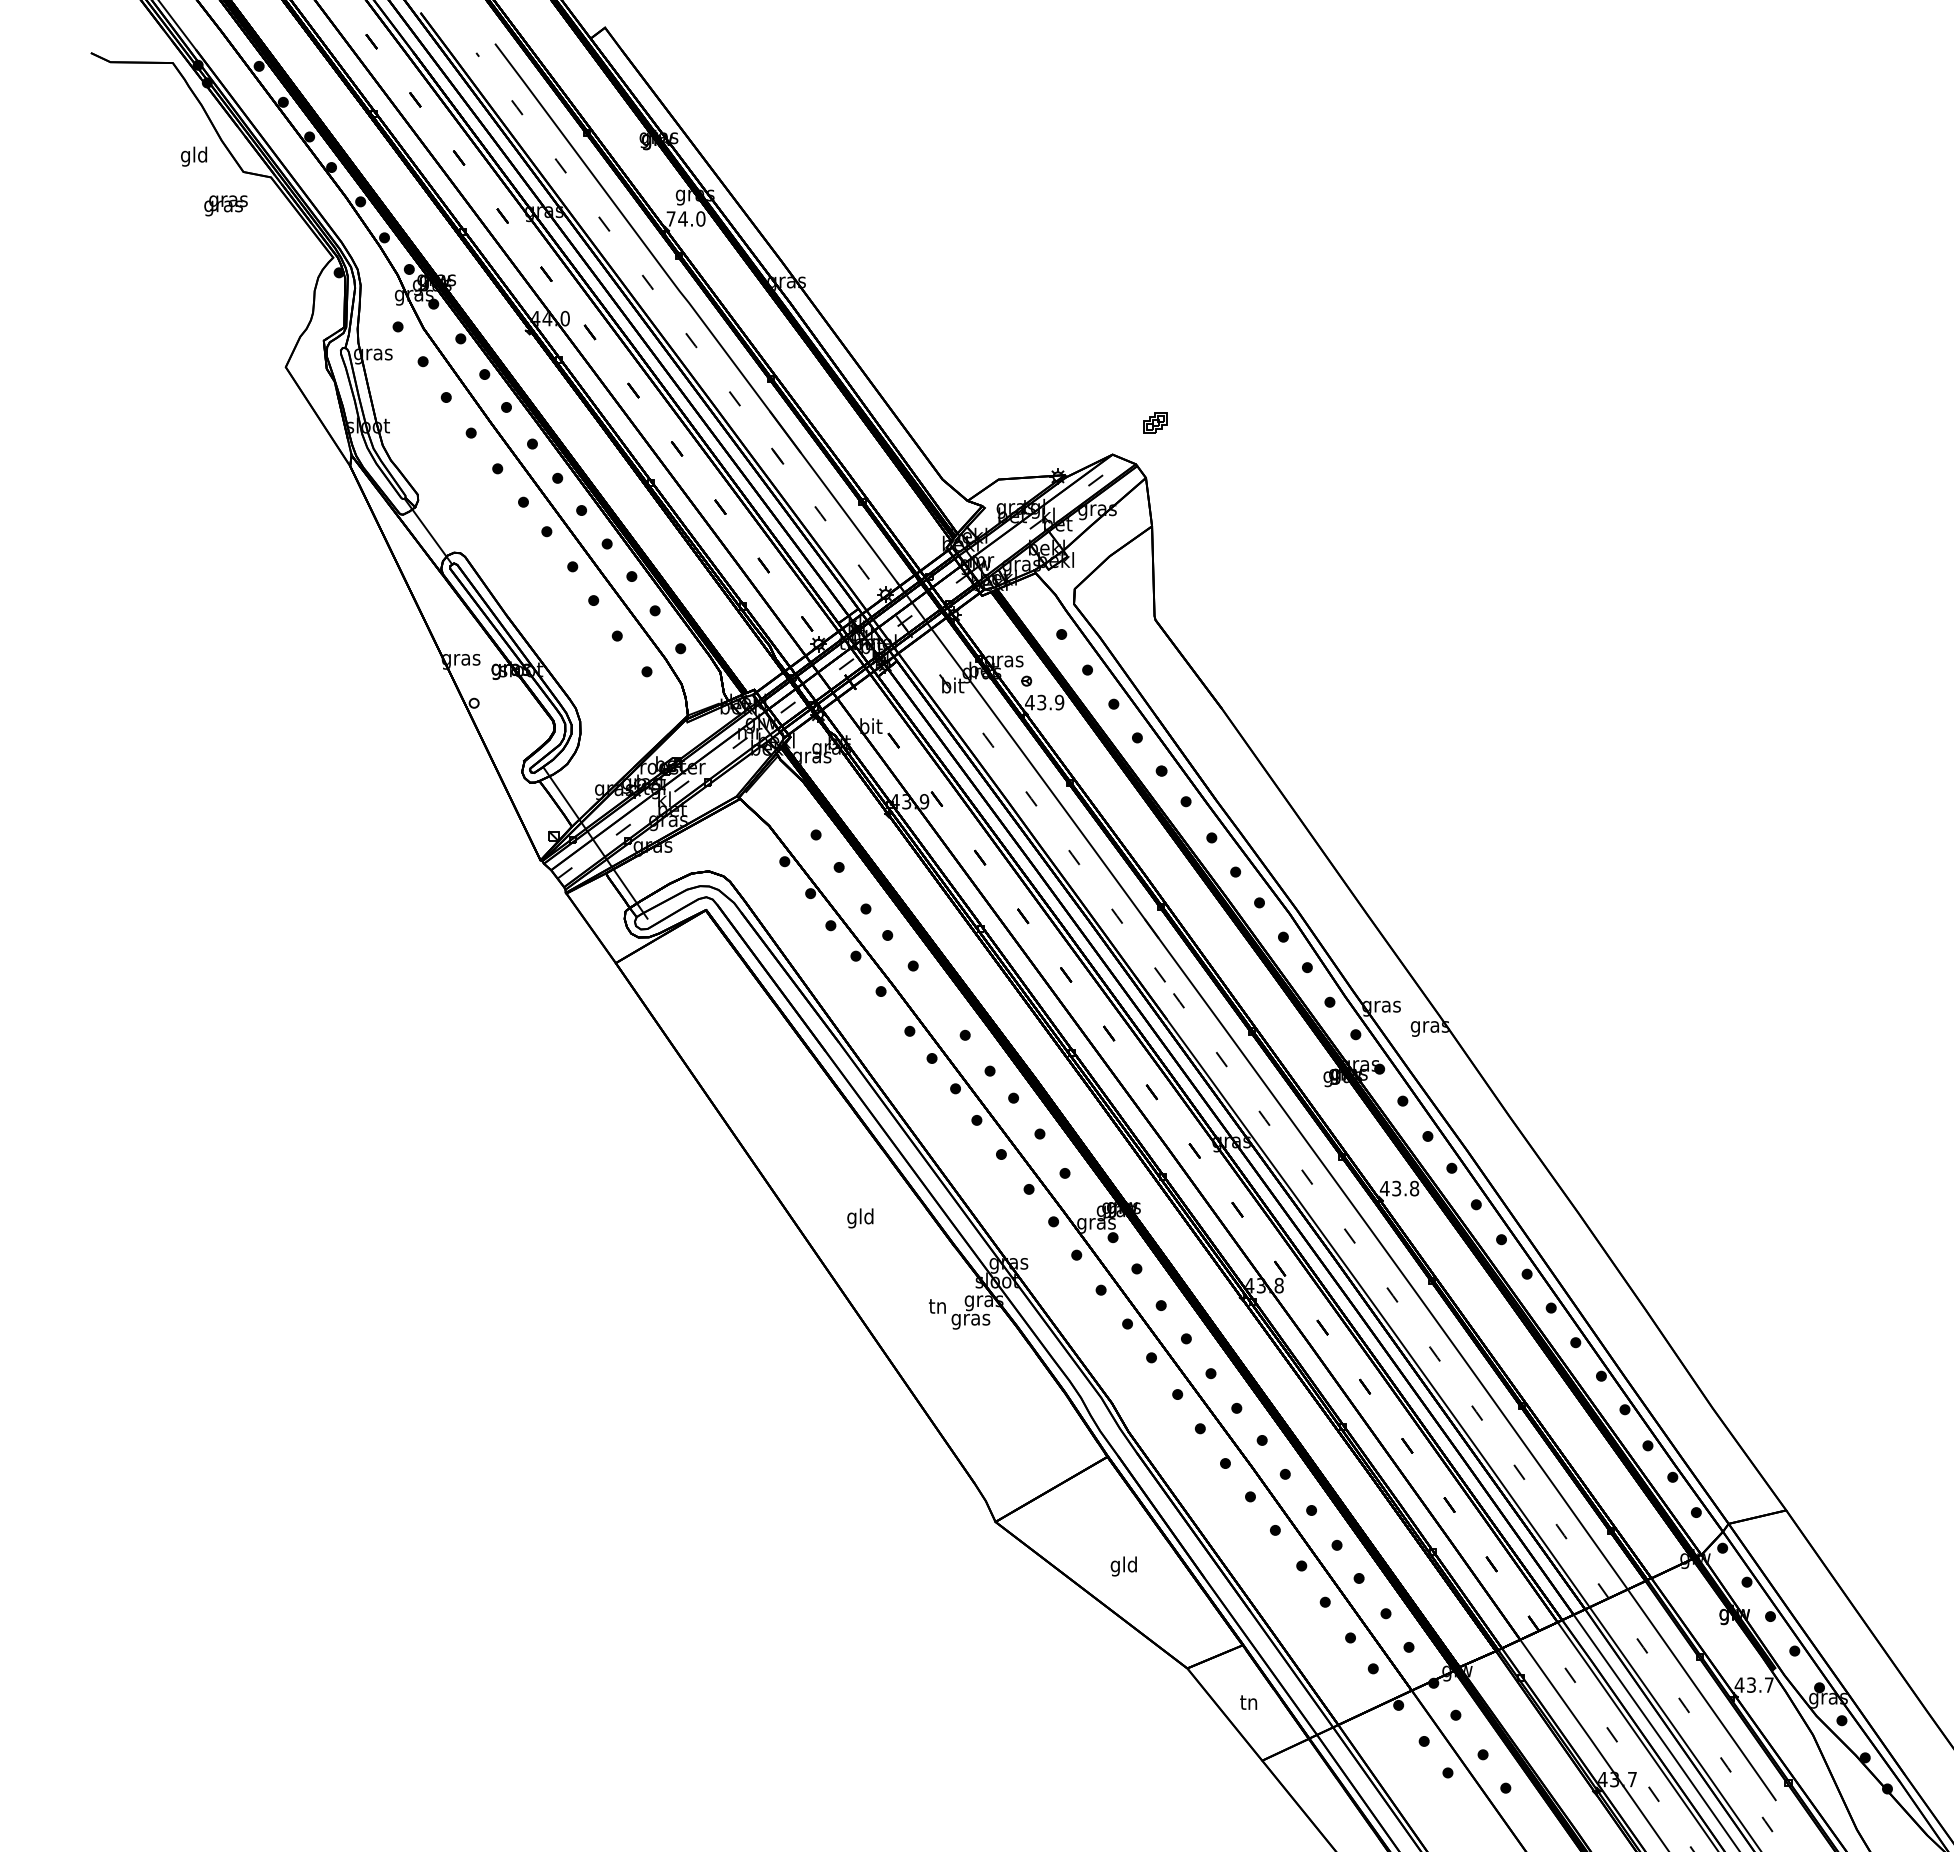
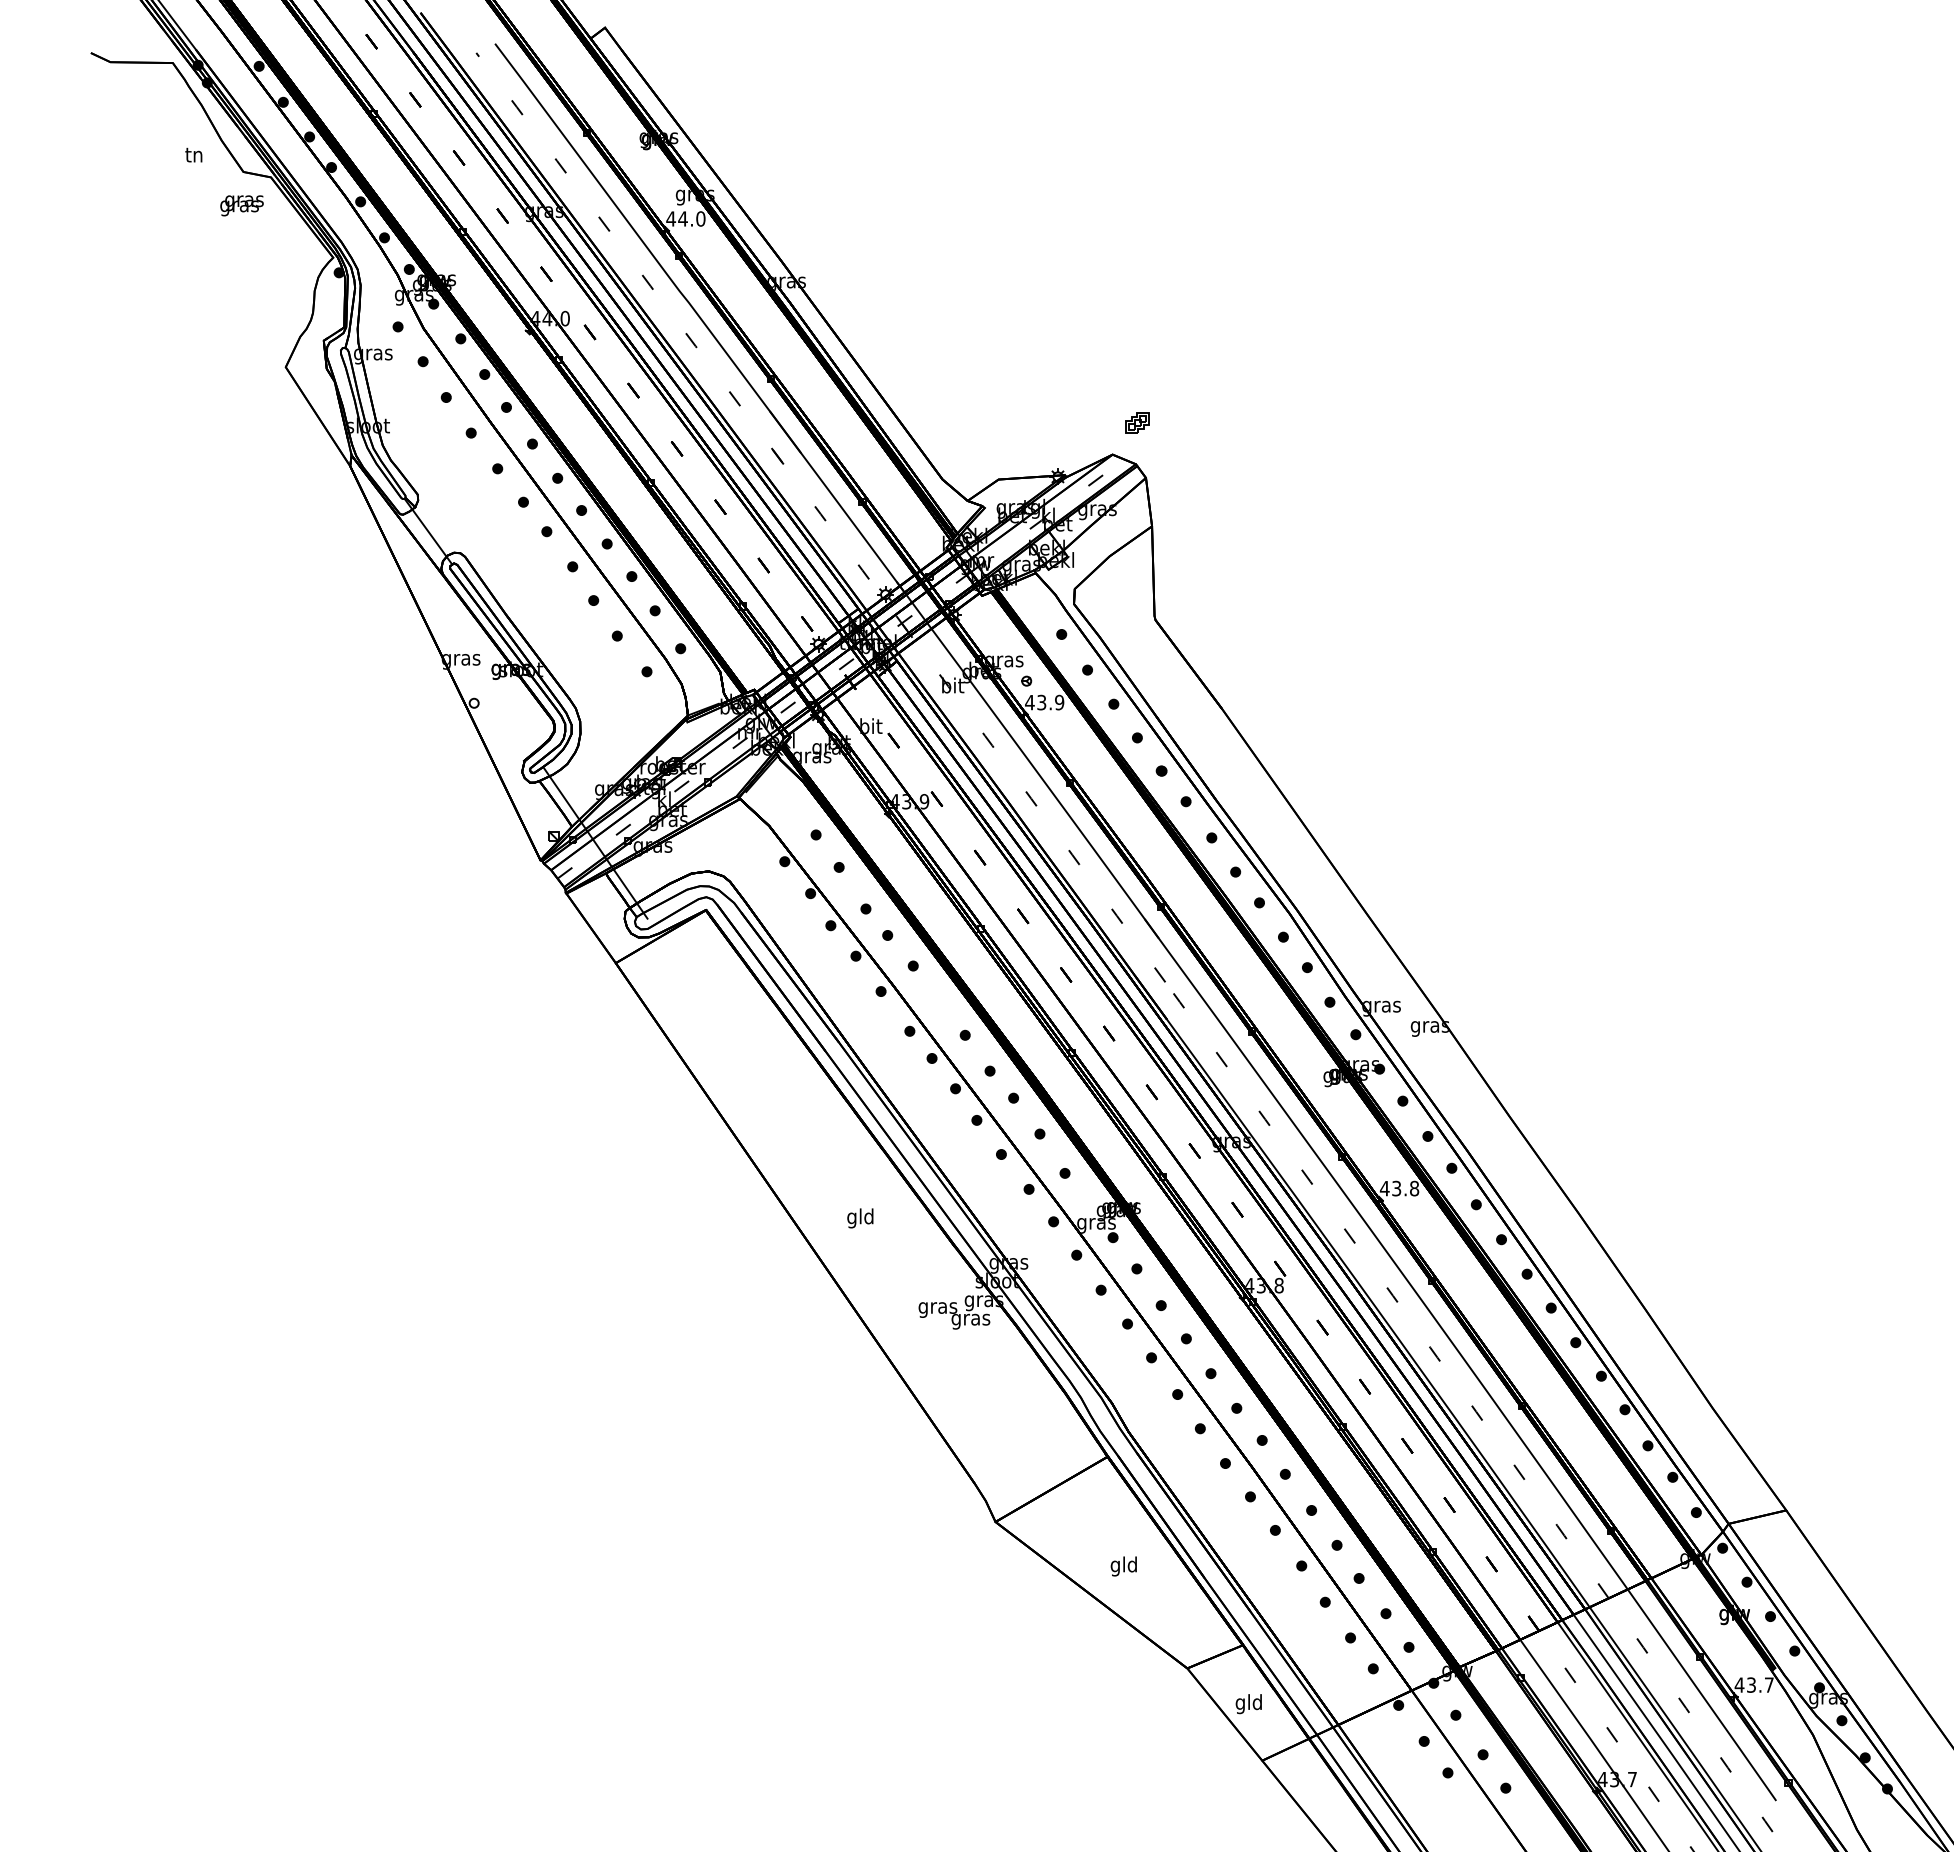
text at (194, 156): gld -> tn
text at (225, 205) position: (225, 205) -> (241, 205)
text at (671, 218): 74.0 -> 44.0
part at (1155, 422) position: (1155, 422) -> (1137, 422)
text at (937, 1308): tn -> gras
text at (1248, 1704): tn -> gld
